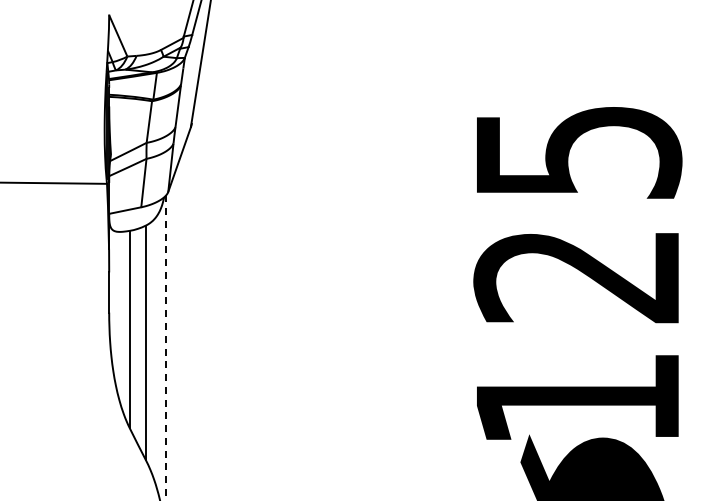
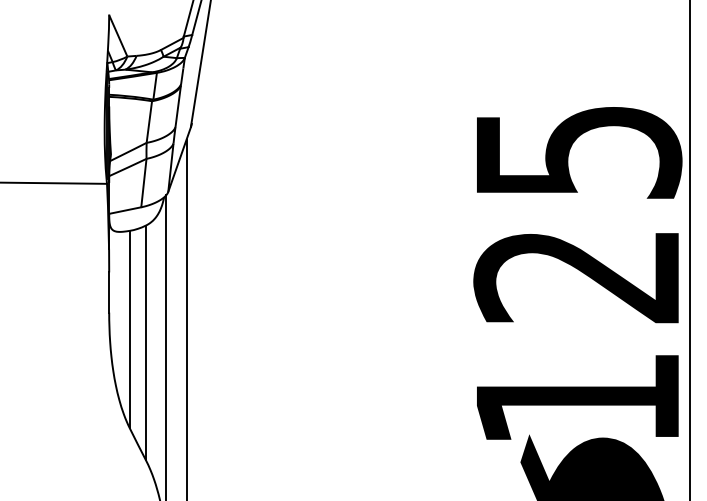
line at (689, 249): none -> present
line at (186, 318): none -> present
line at (165, 347): dashed -> solid
